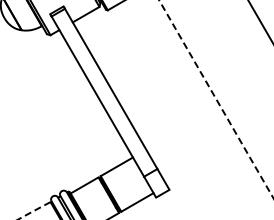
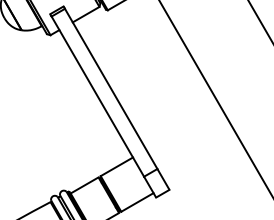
line at (216, 99): dashed -> solid
arc at (34, 210): dashed -> solid
